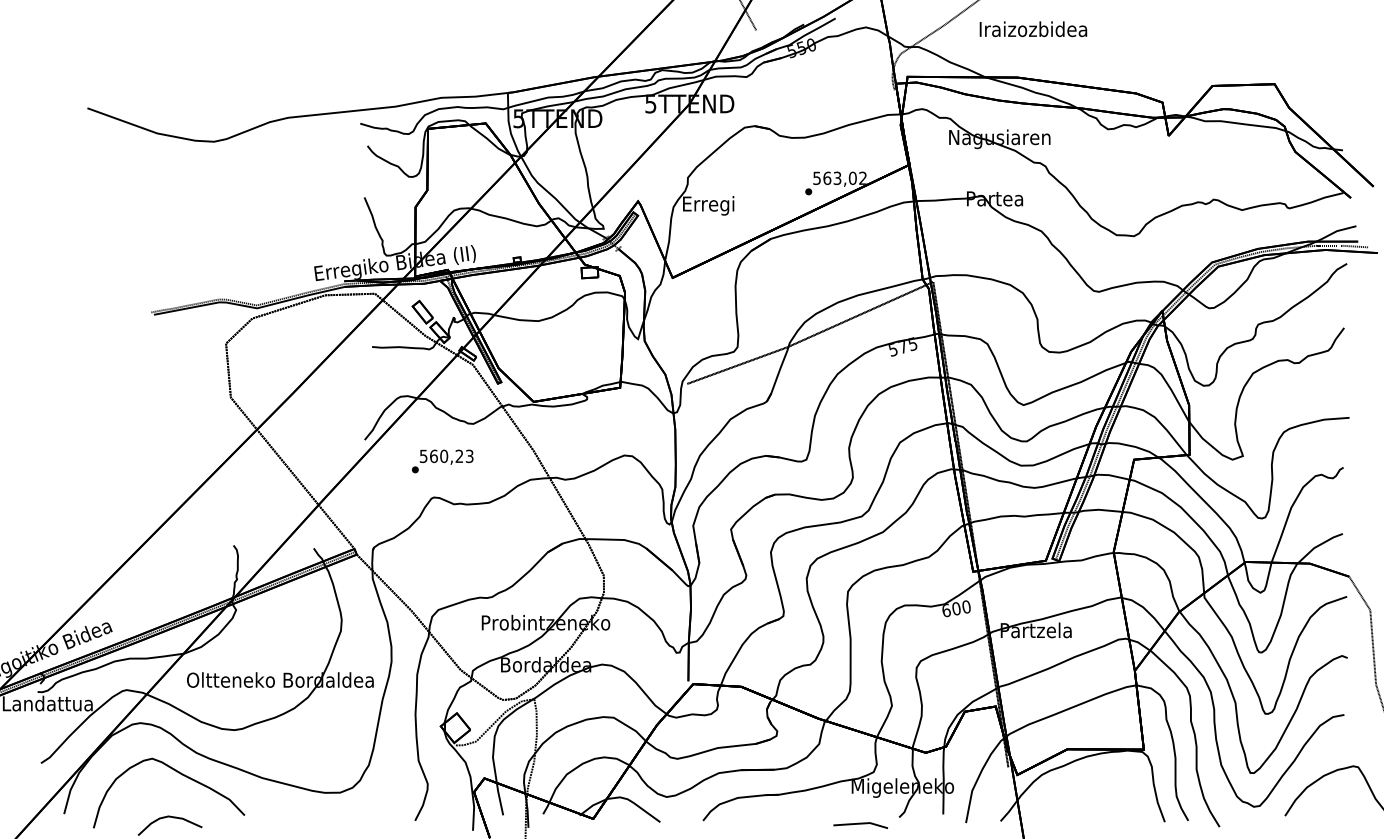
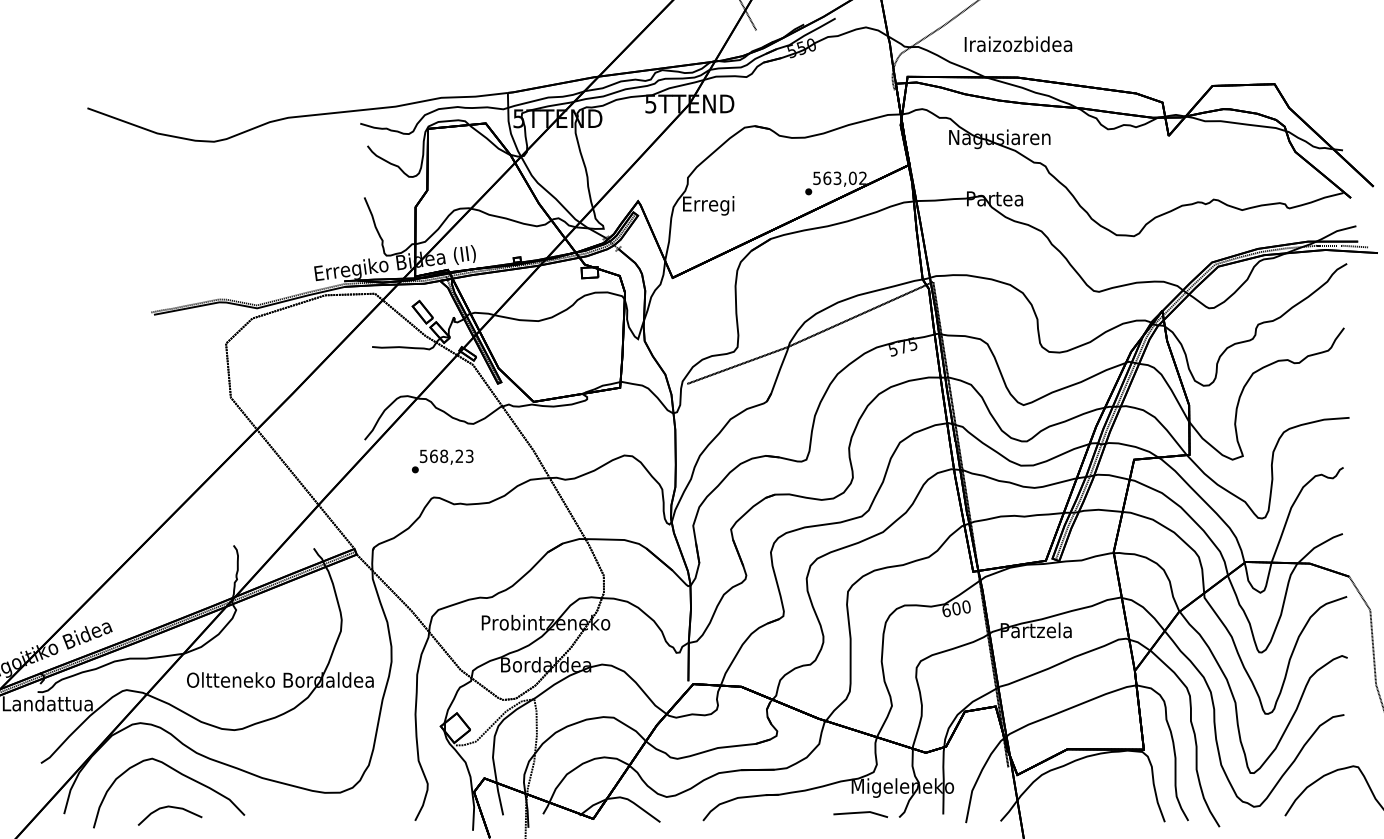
text at (1033, 29) position: (1033, 29) -> (1018, 44)
text at (444, 456): 560,23 -> 568,23
curve at (169, 817) position: (169, 817) -> (169, 807)
line at (860, 824) position: (860, 824) -> (860, 813)
